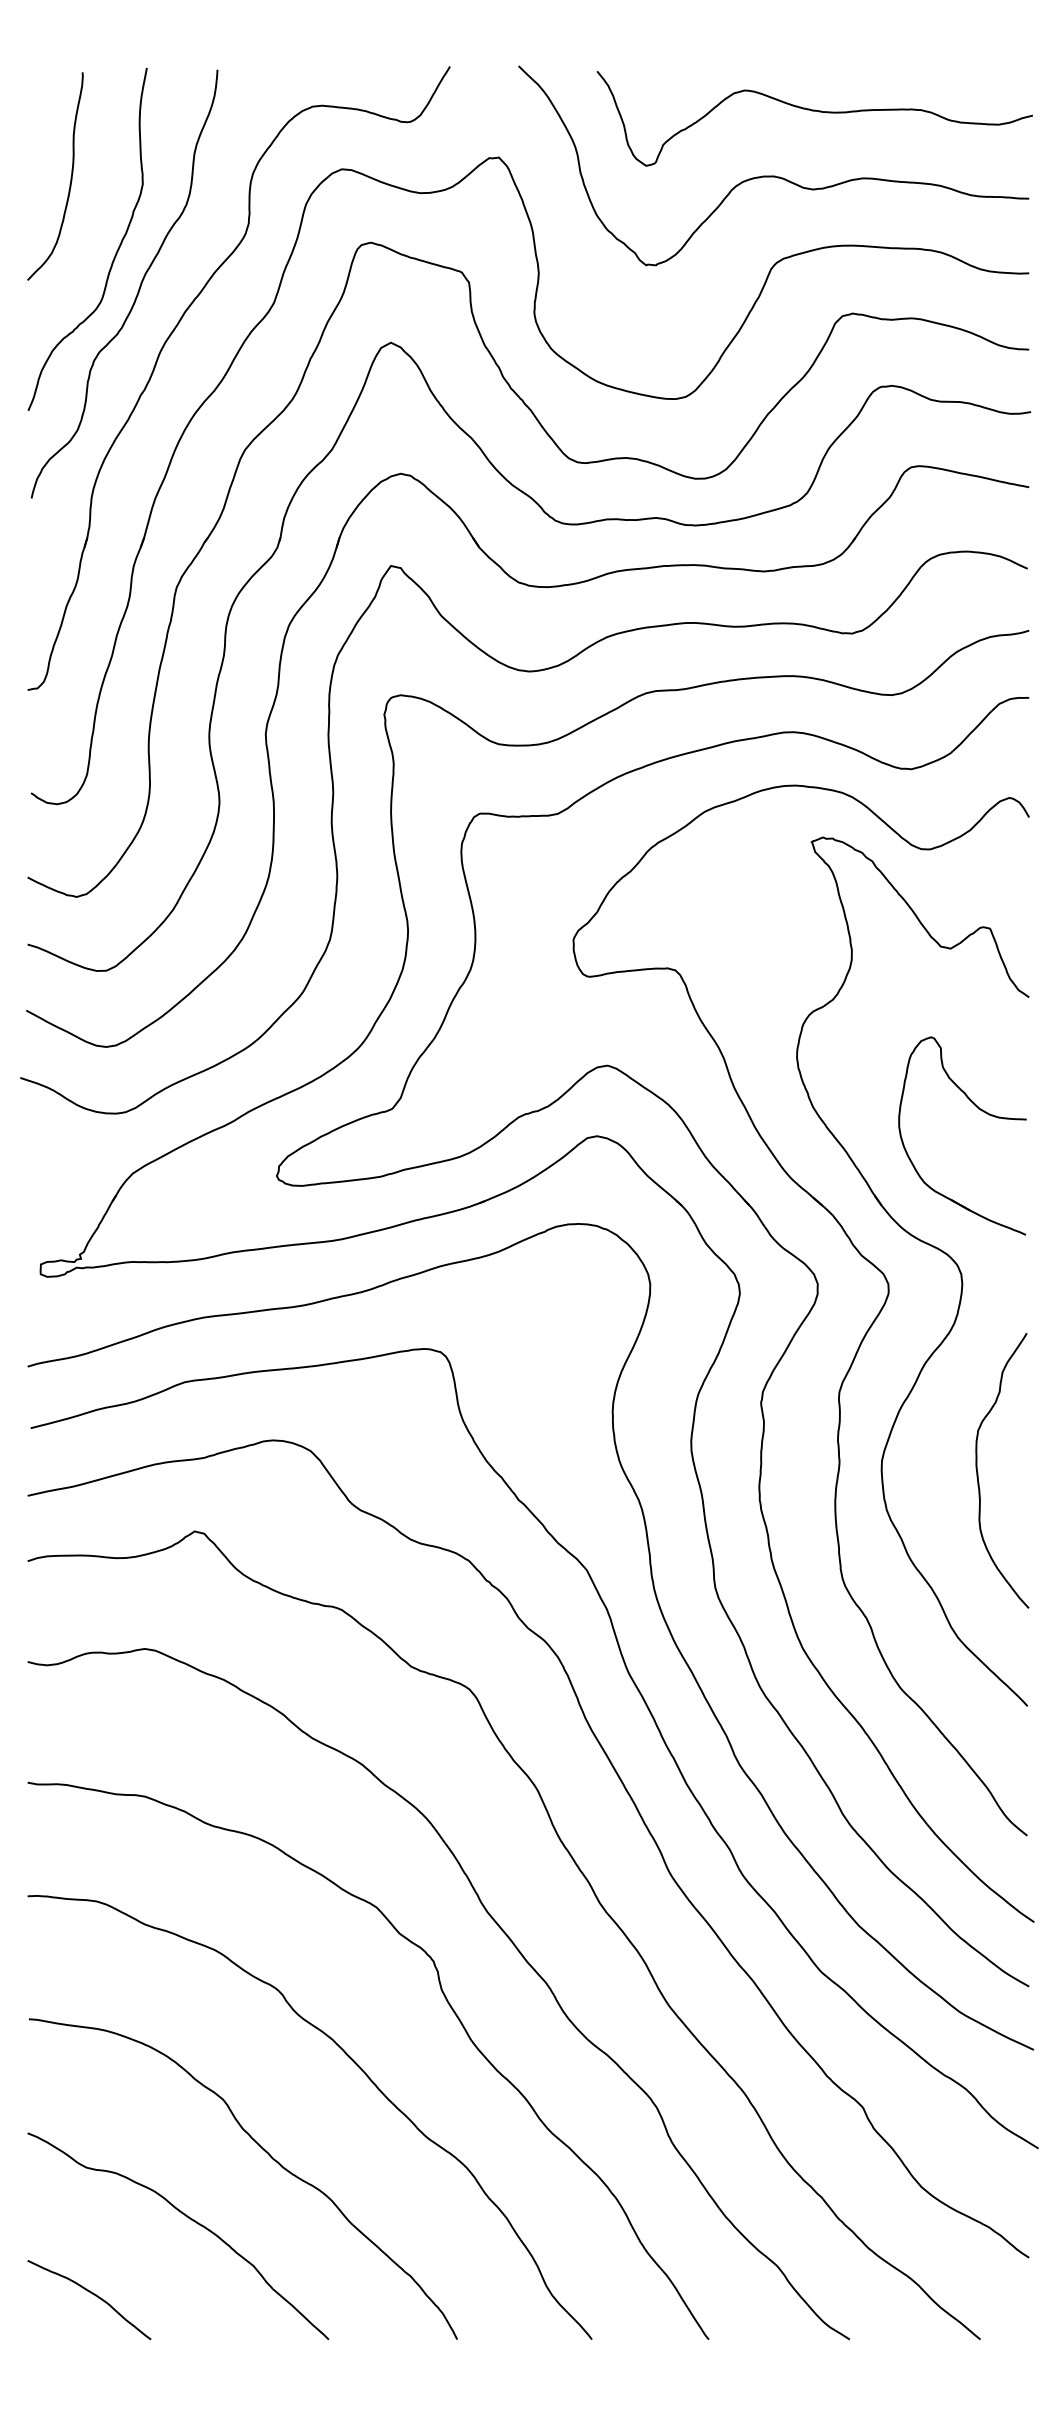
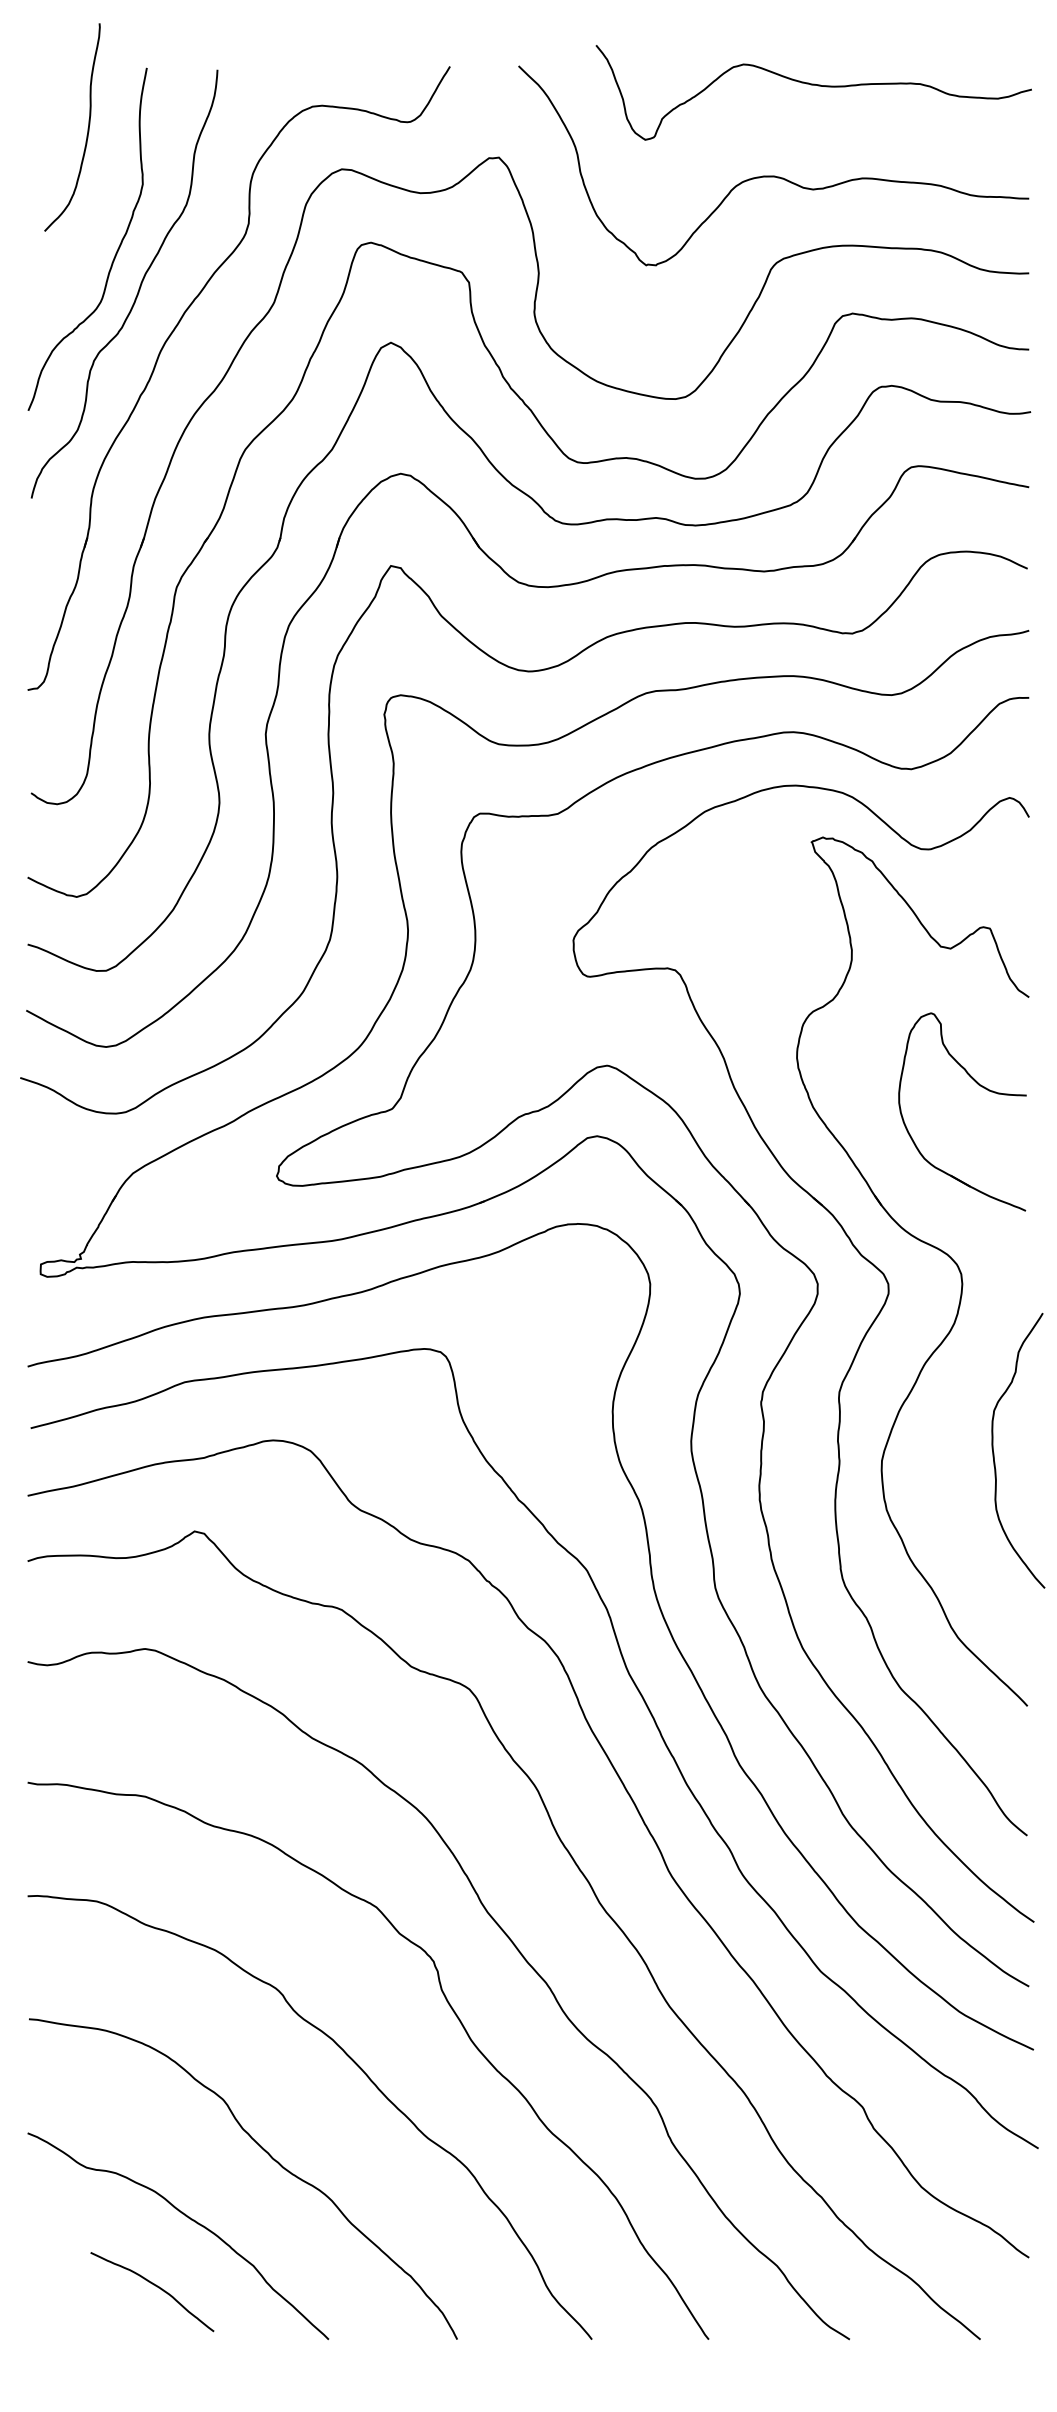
curve at (814, 111) position: (814, 111) -> (813, 85)
curve at (70, 177) position: (70, 177) -> (87, 128)
part at (978, 1109) position: (978, 1109) -> (978, 1085)
curve at (978, 1472) position: (978, 1472) -> (994, 1452)
curve at (92, 2294) position: (92, 2294) -> (155, 2286)
